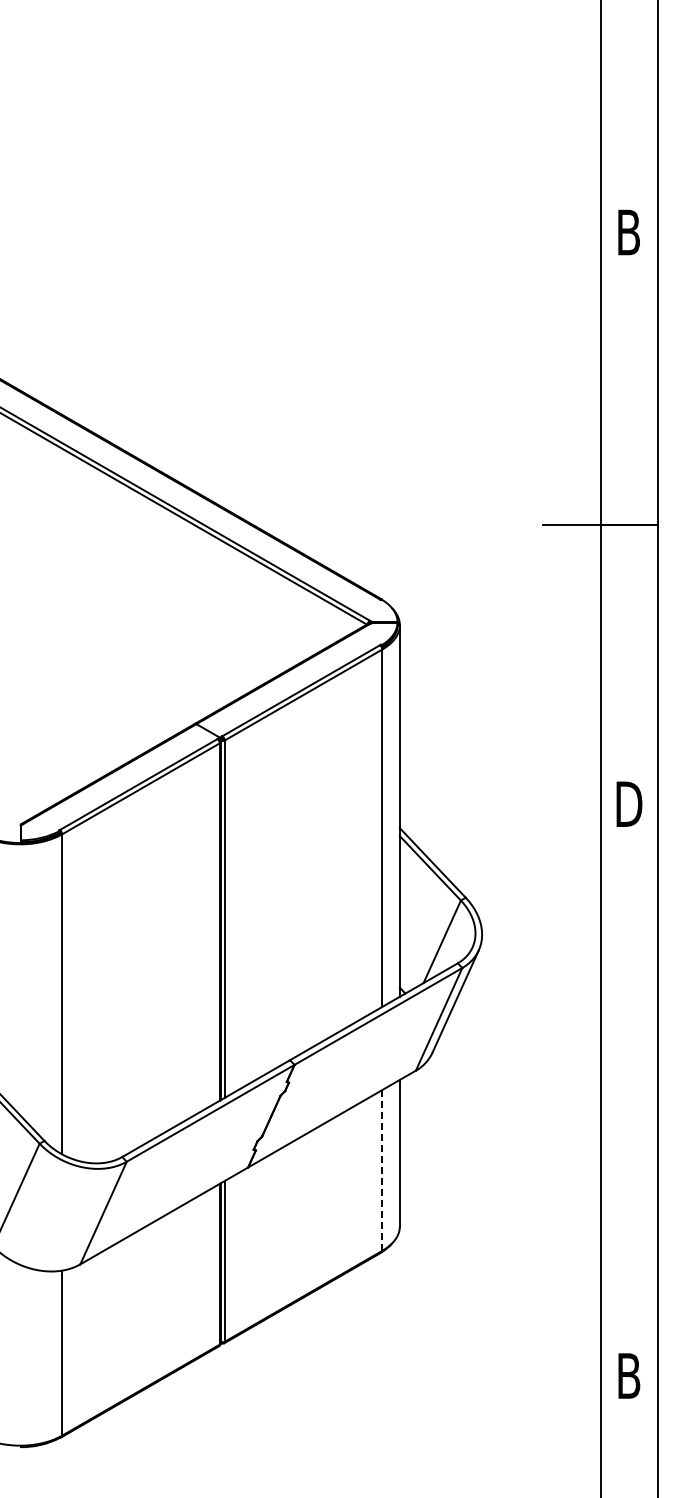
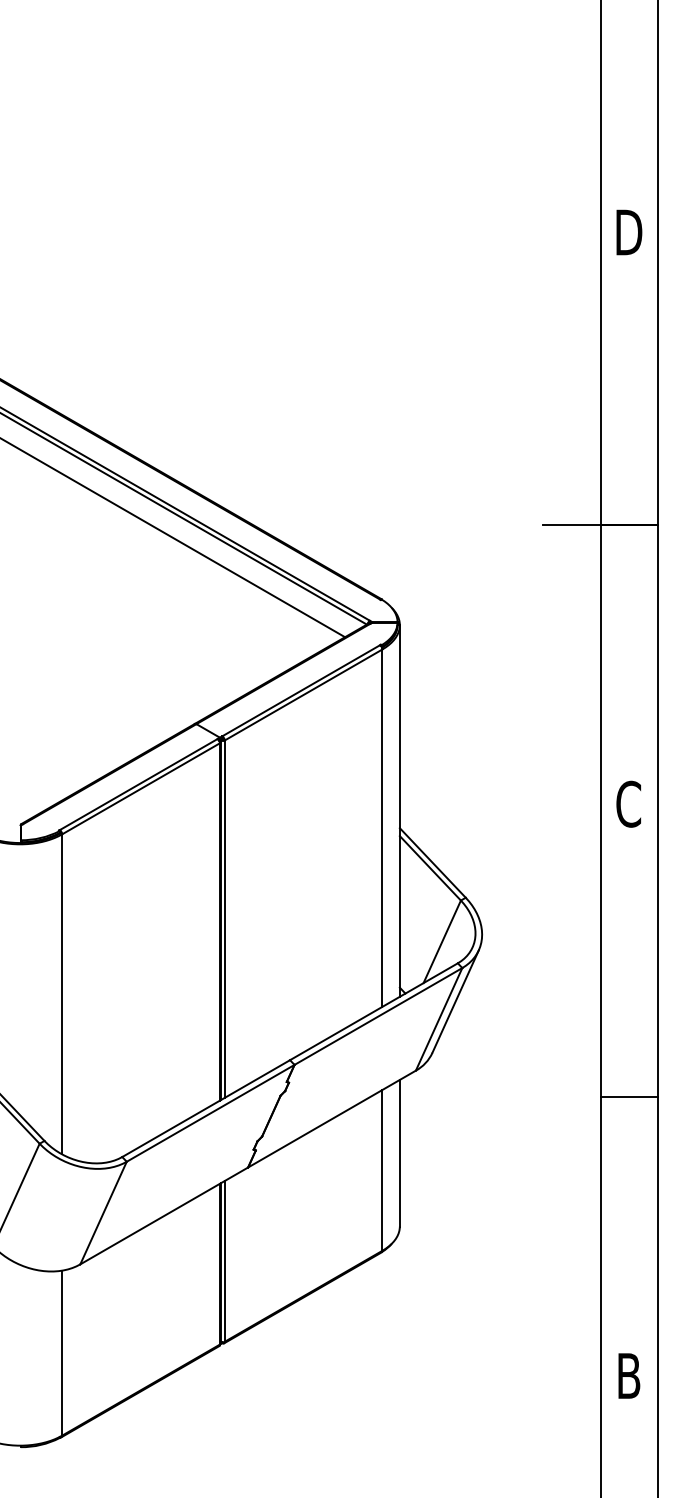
text at (629, 232): B -> D
line at (173, 538): none -> present
text at (629, 803): D -> C
line at (628, 1096): none -> present
line at (382, 1170): dashed -> solid
